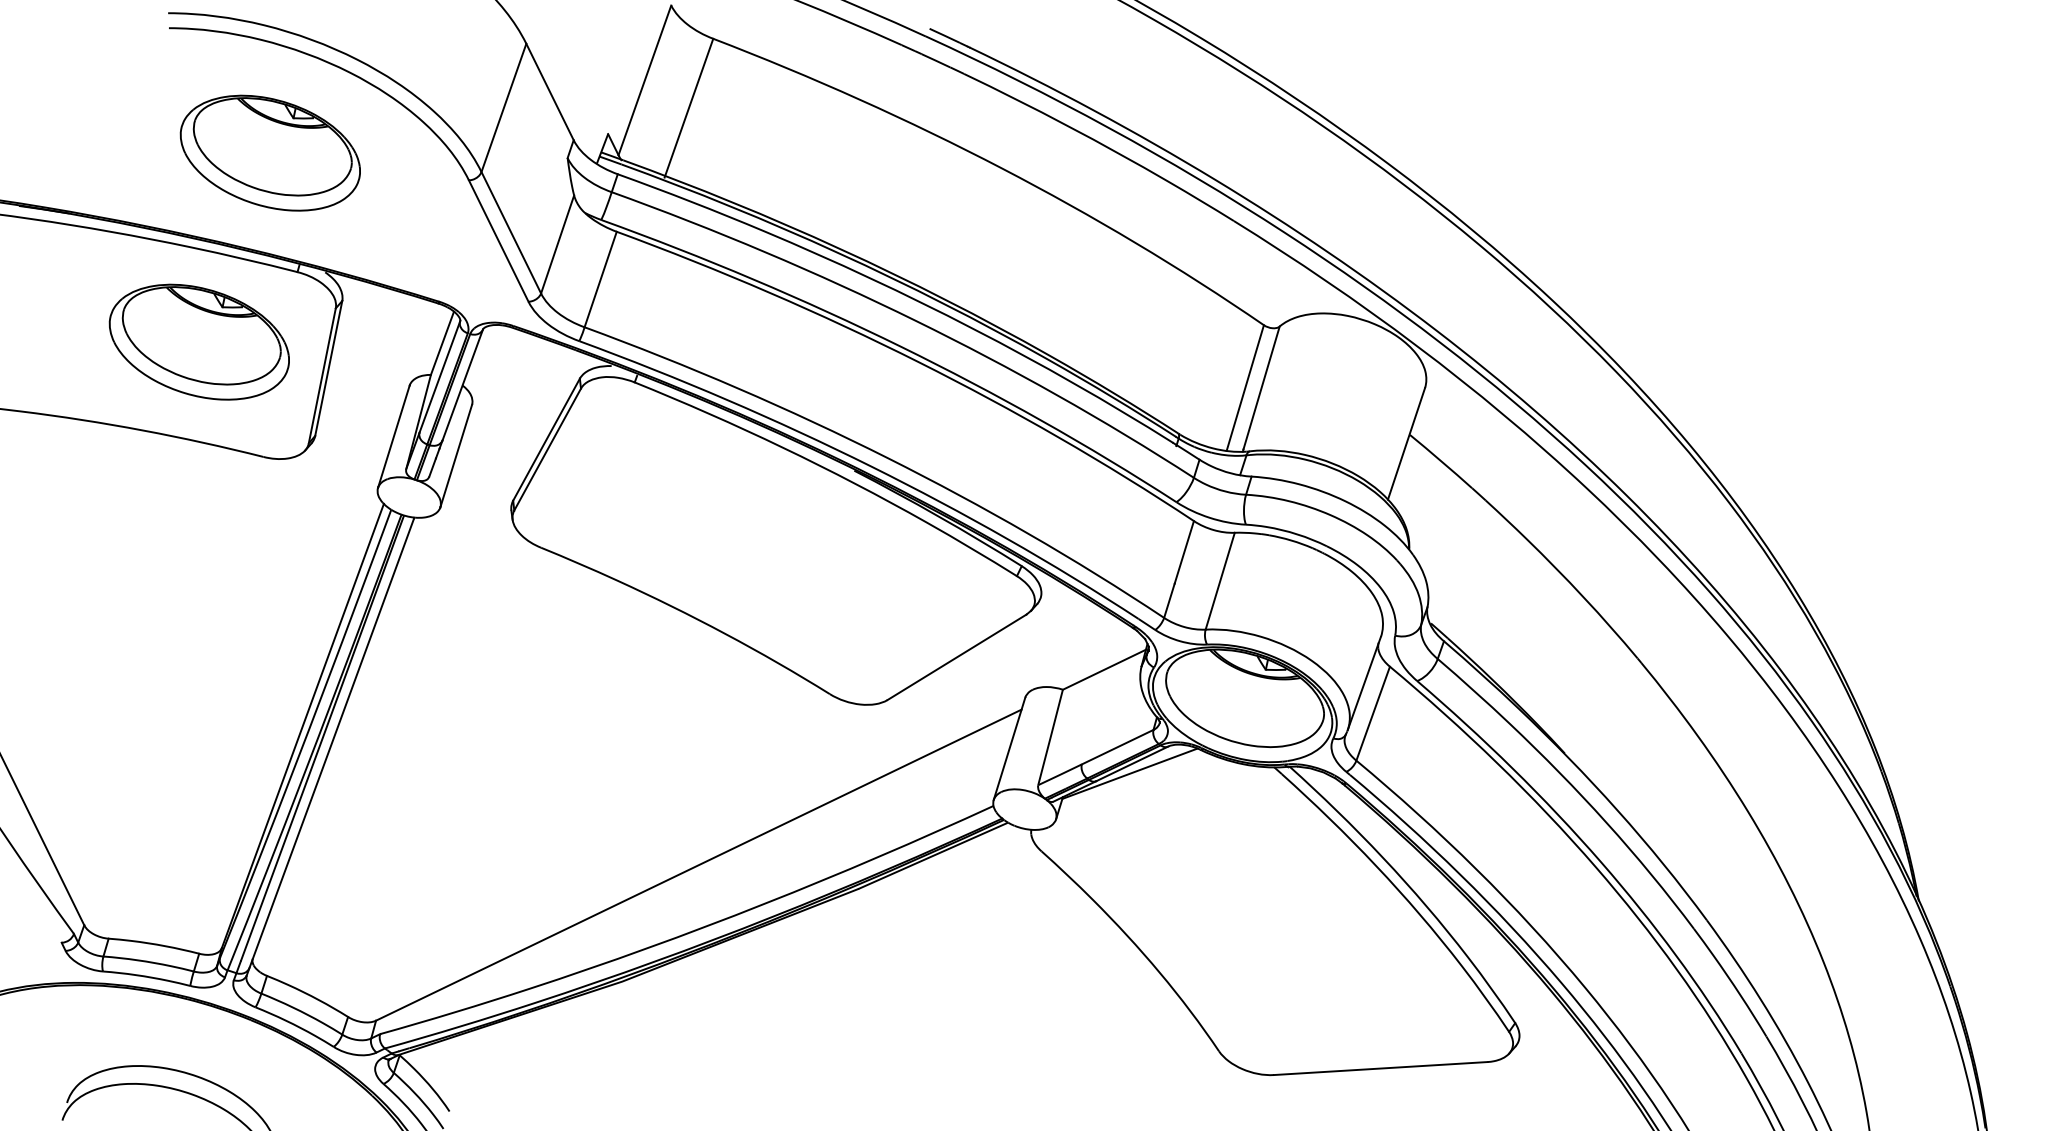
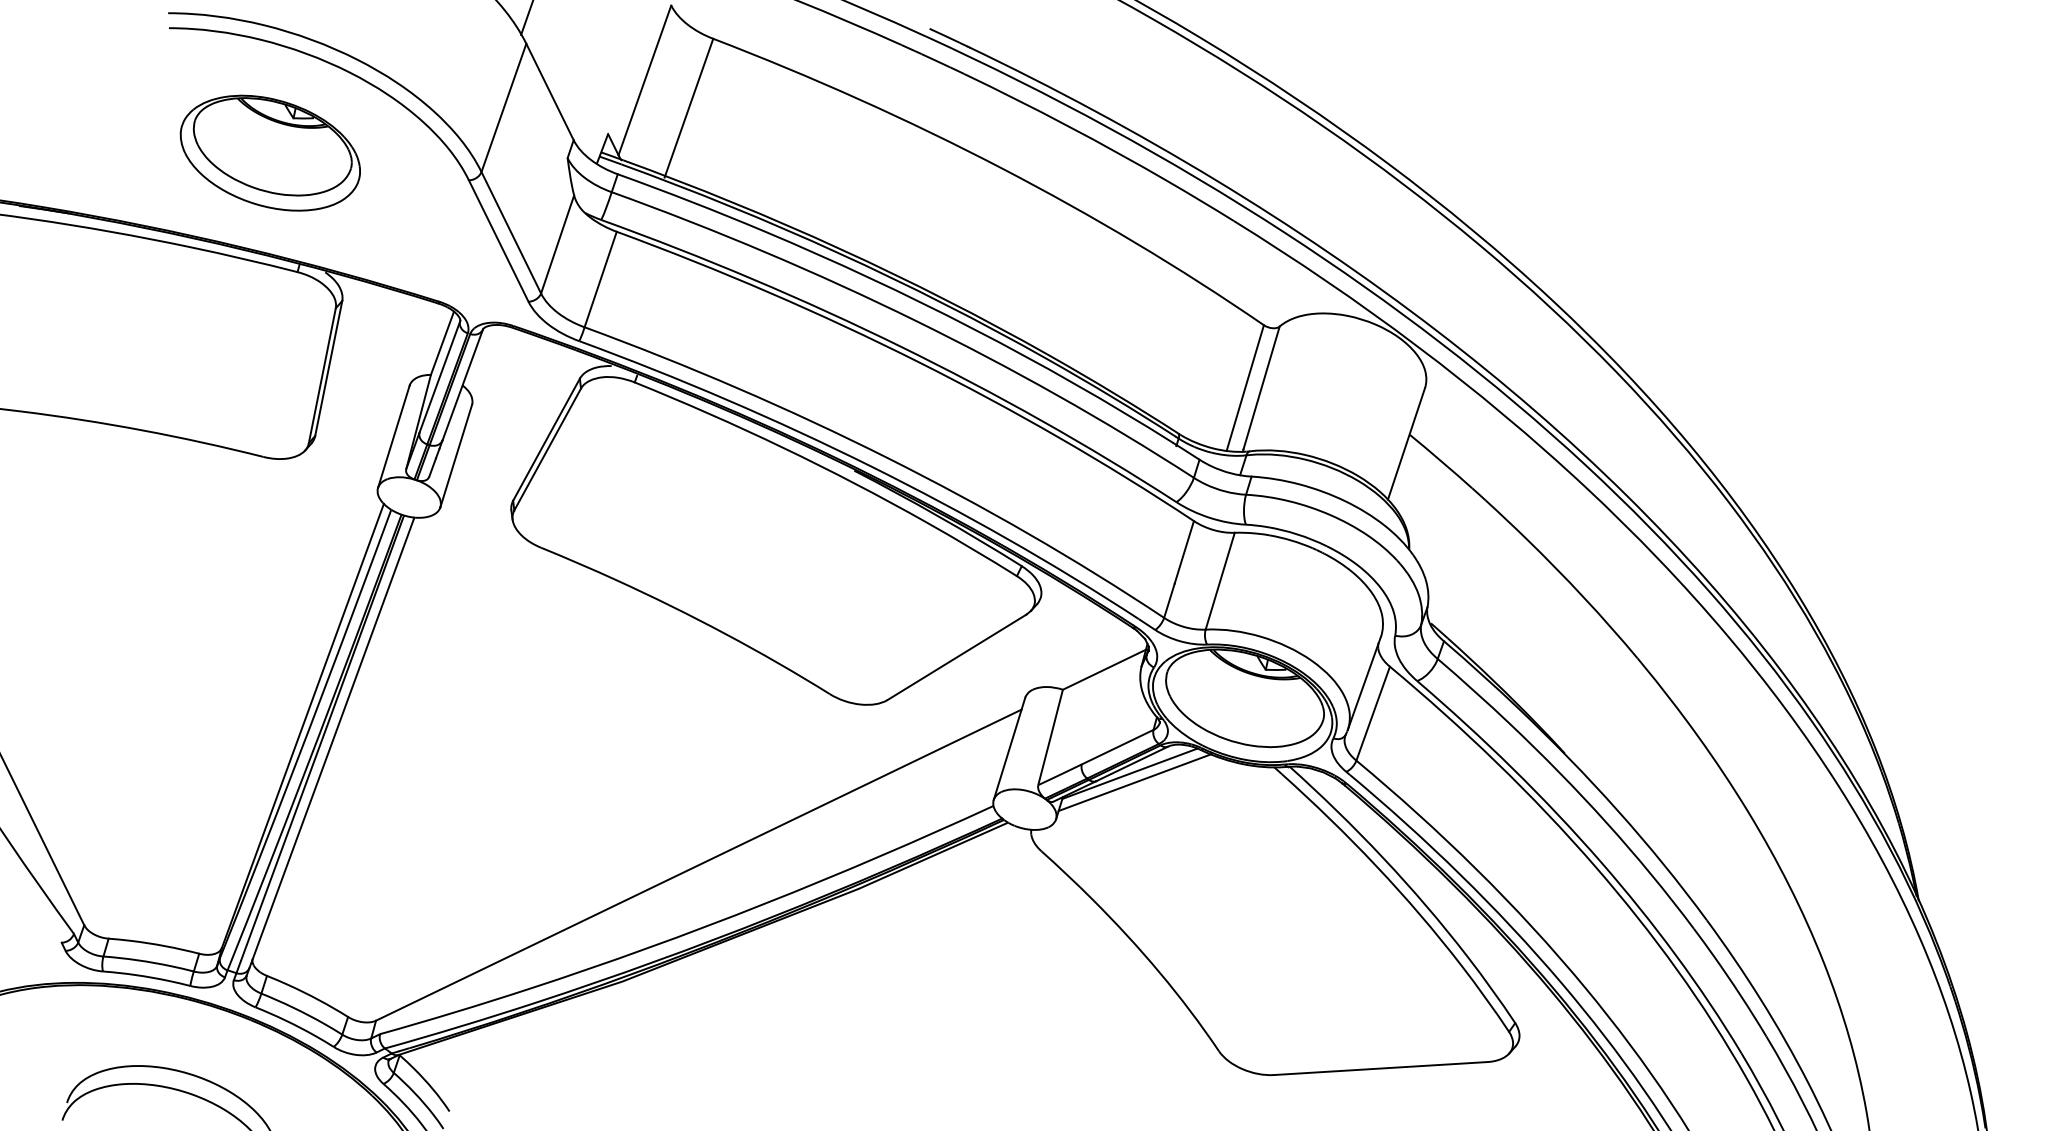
line at (526, 18): none -> present
part at (198, 341): present -> none
line at (1134, 782): none -> present
